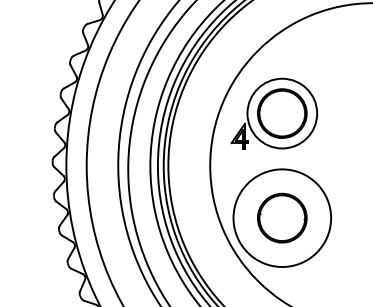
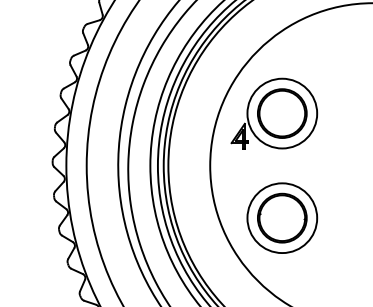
circle at (282, 218) diameter: 98 px -> 70 px
